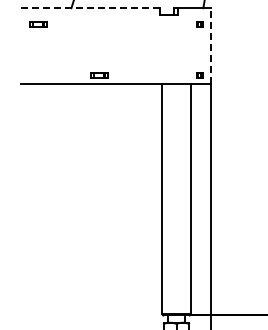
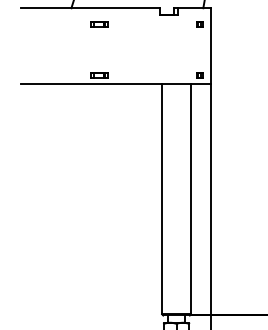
line at (90, 8): dashed -> solid
part at (38, 24) position: (38, 24) -> (99, 24)
line at (211, 45): dashed -> solid
